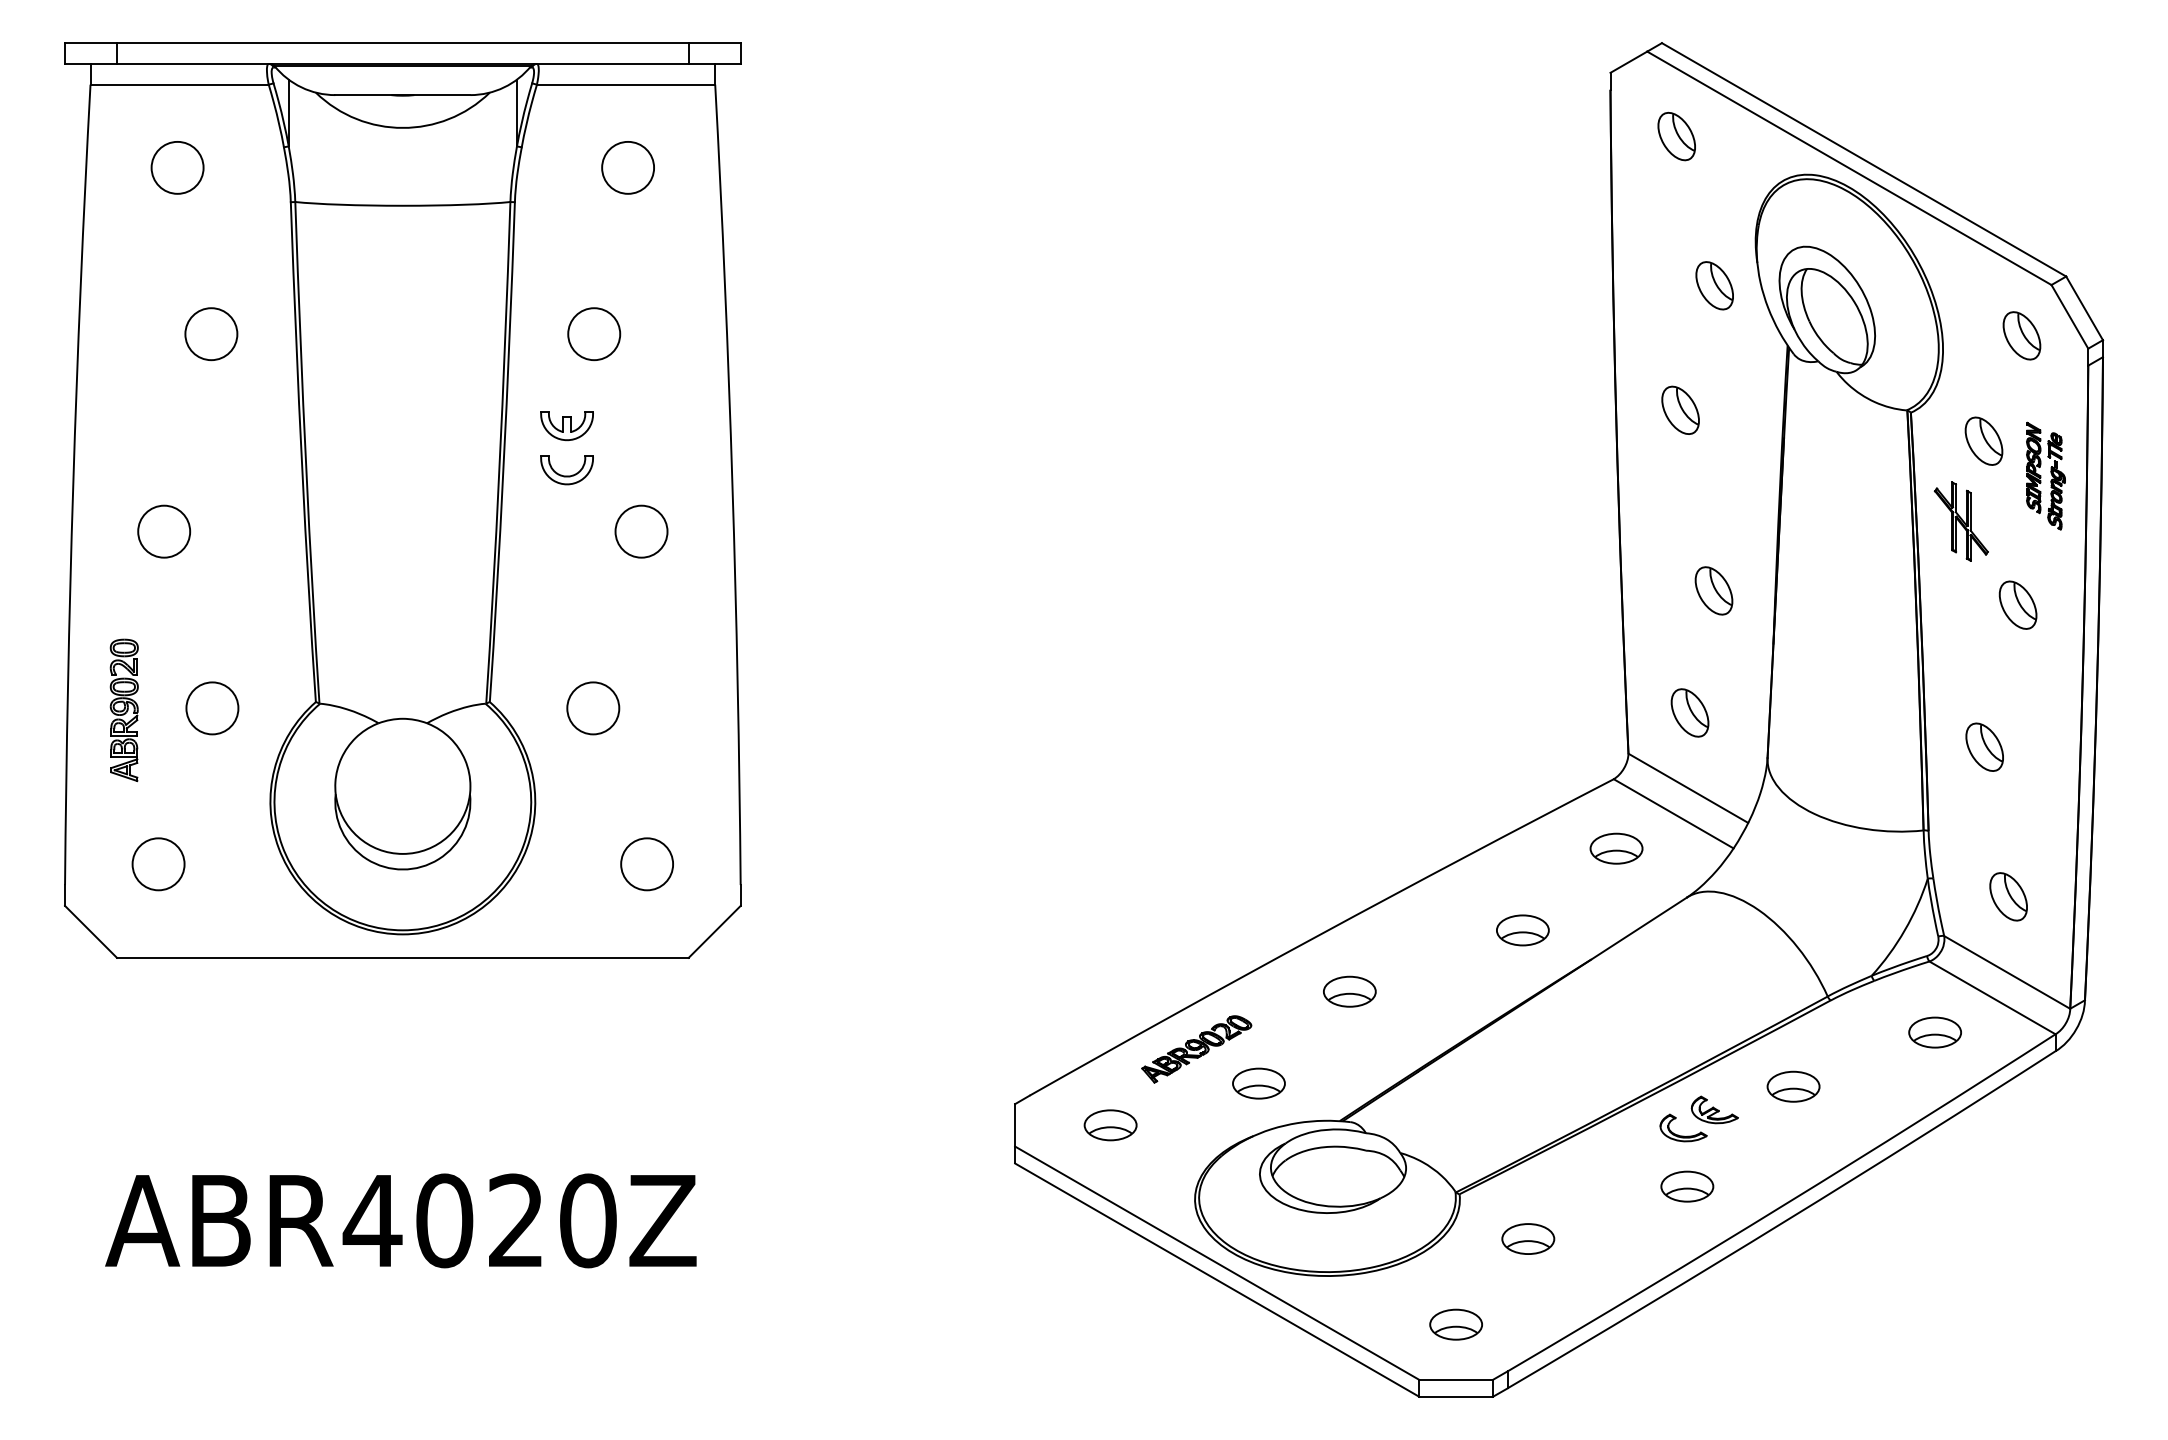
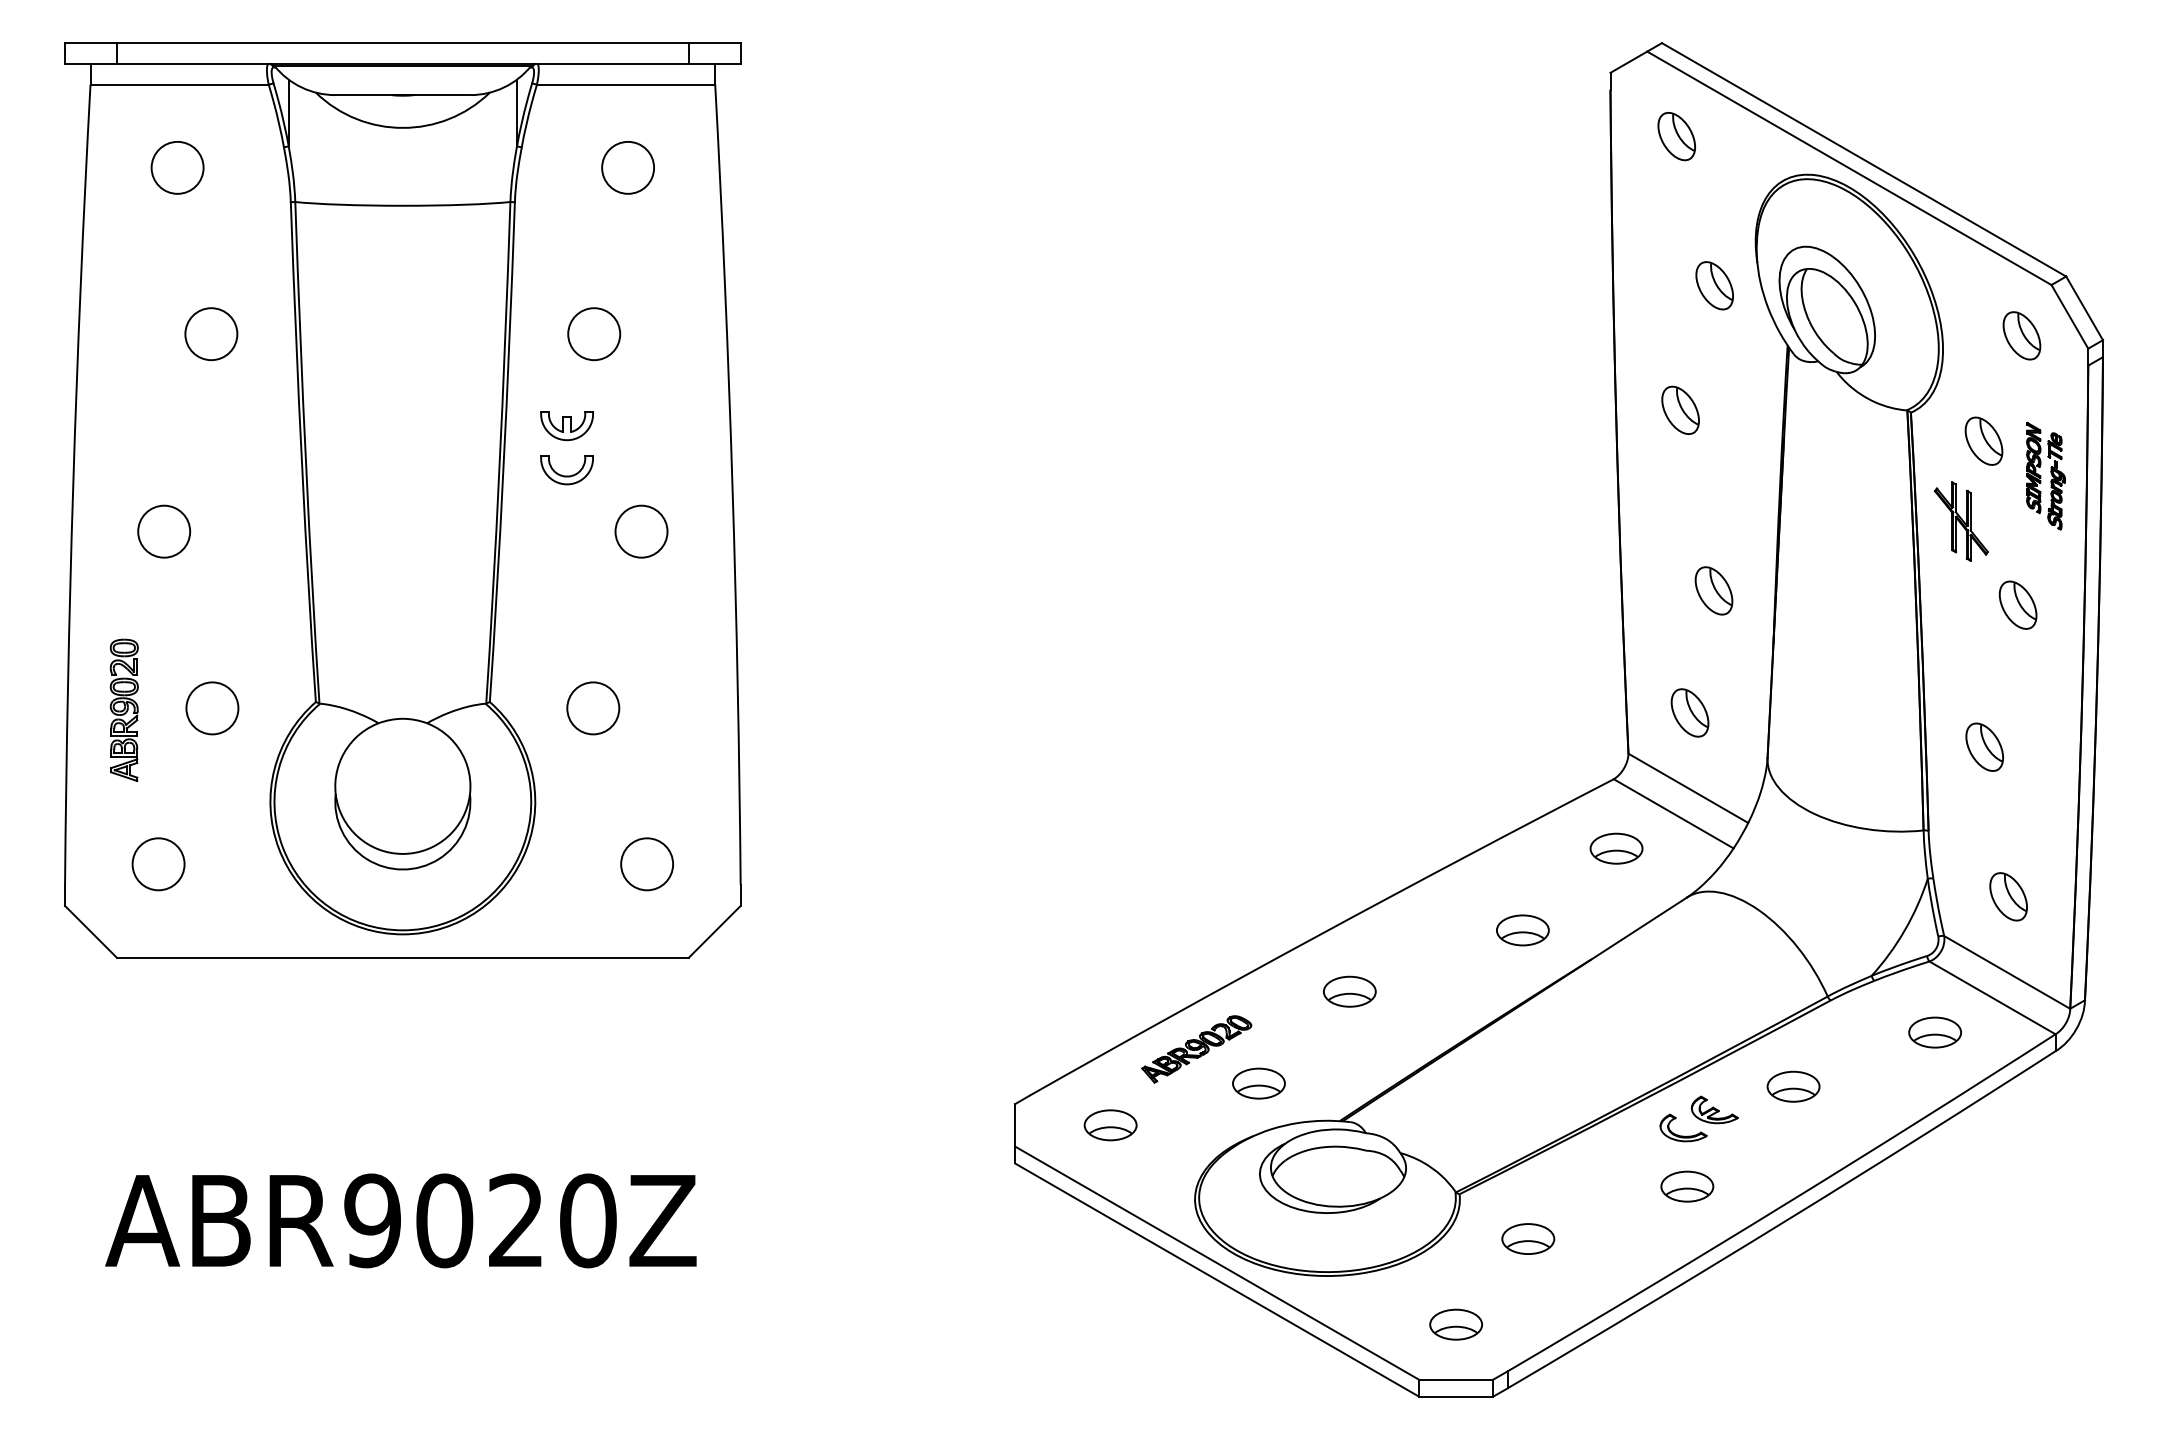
text at (372, 1220): ABR4020Z -> ABR9020Z
